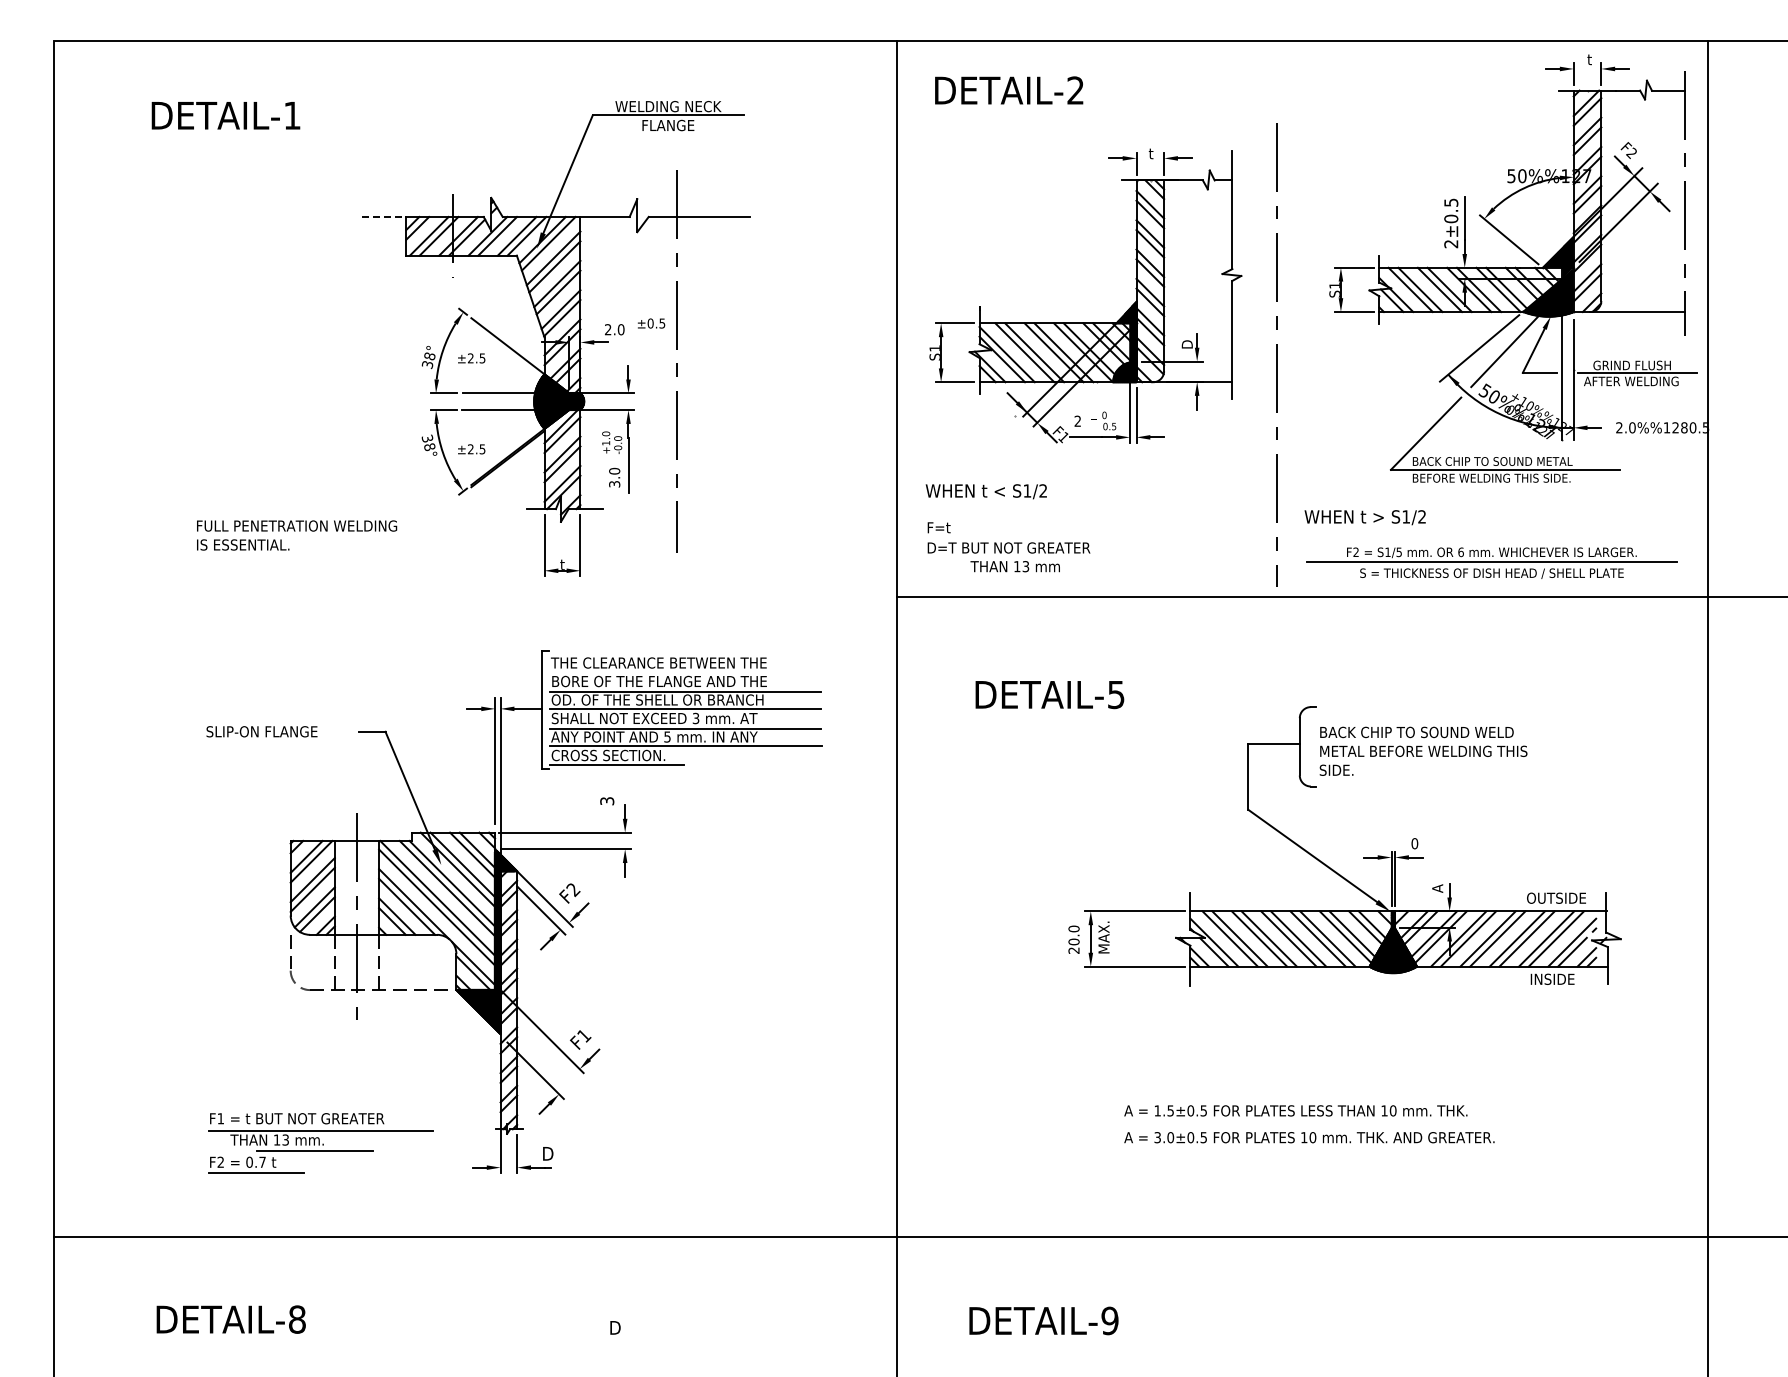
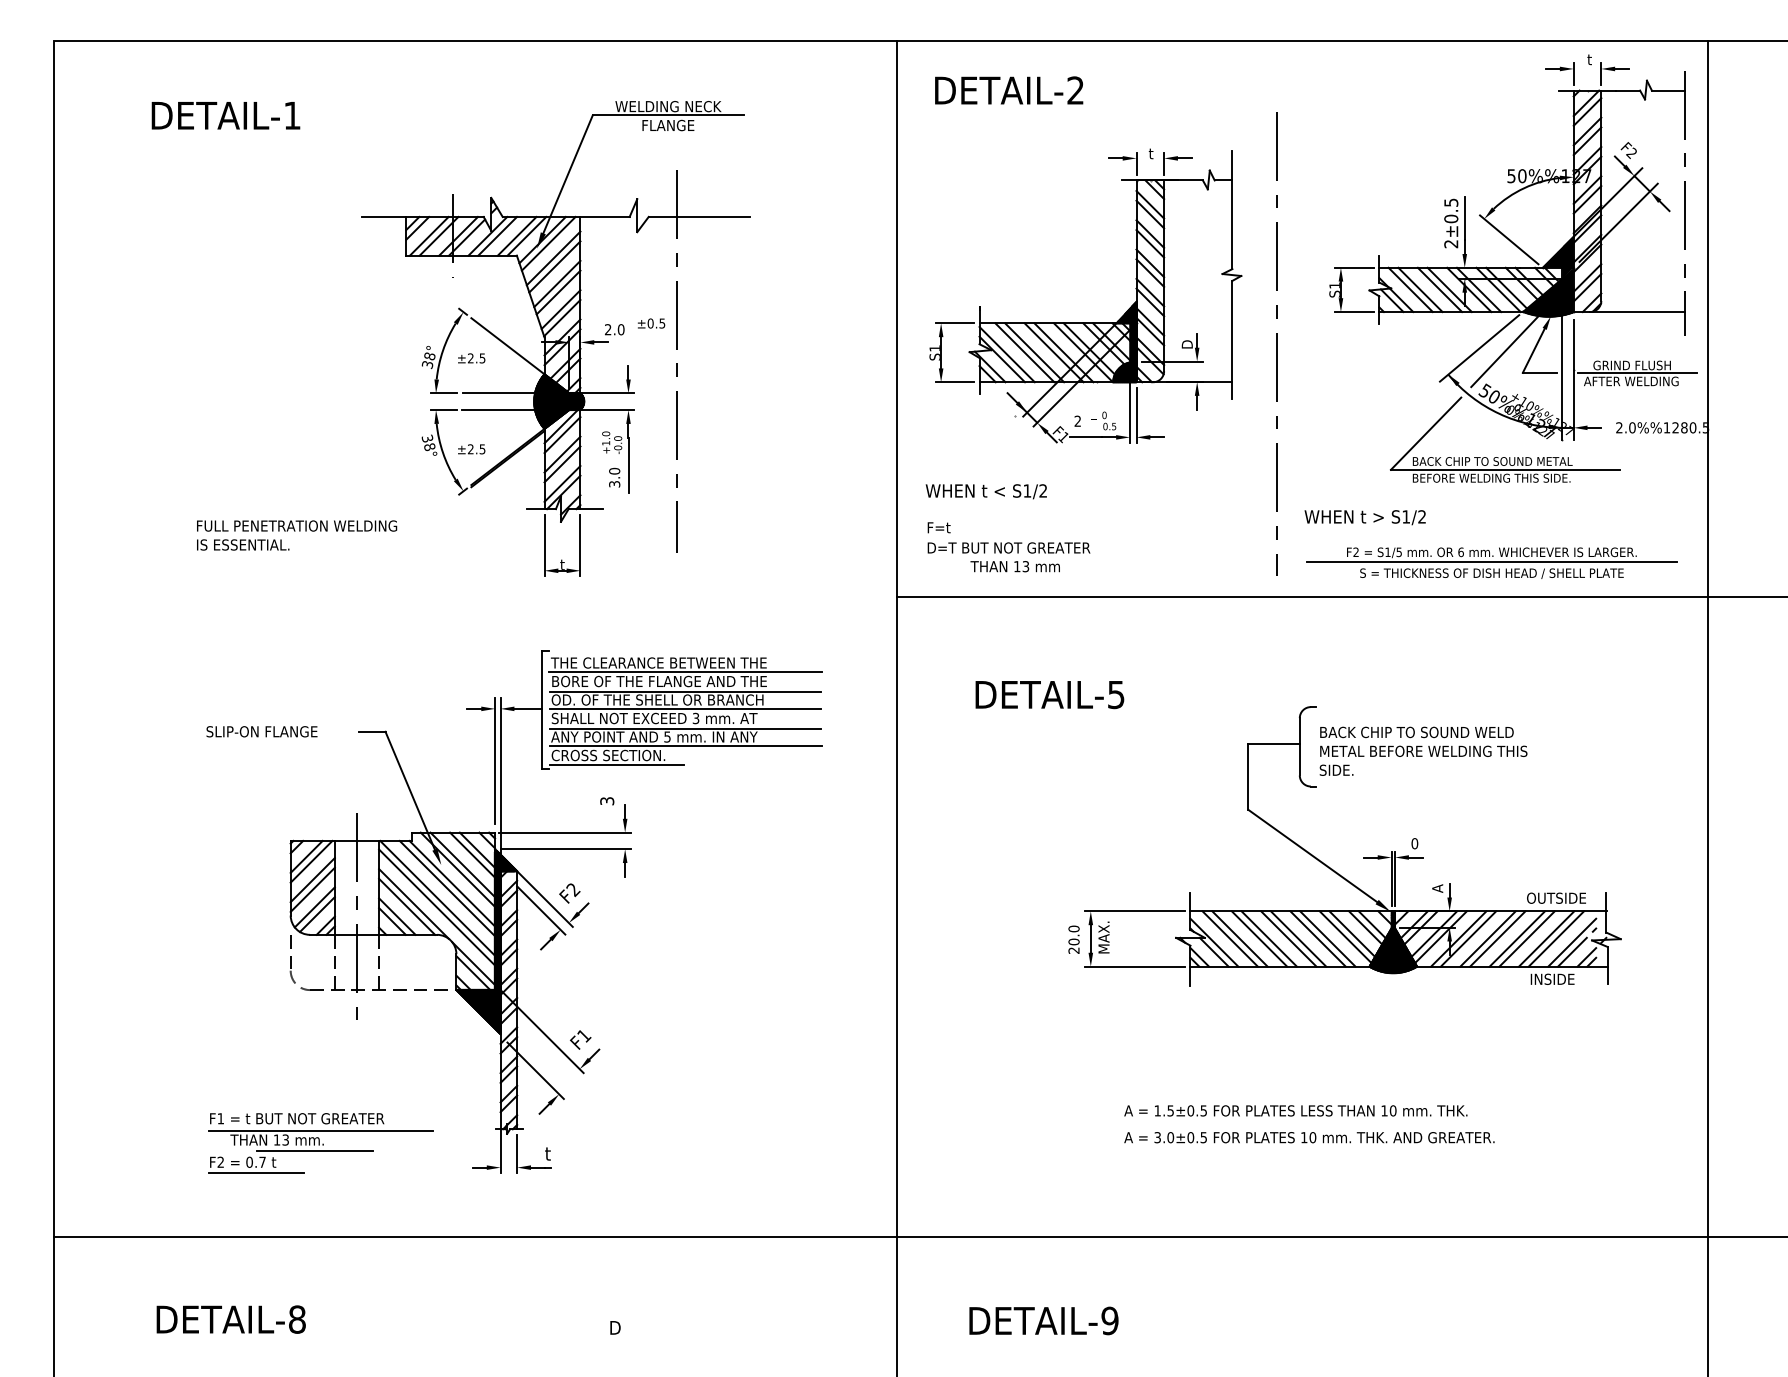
line at (384, 216): dashed -> solid
line at (1276, 354) position: (1276, 354) -> (1276, 343)
line at (685, 672): none -> present
text at (548, 1153): D -> t
